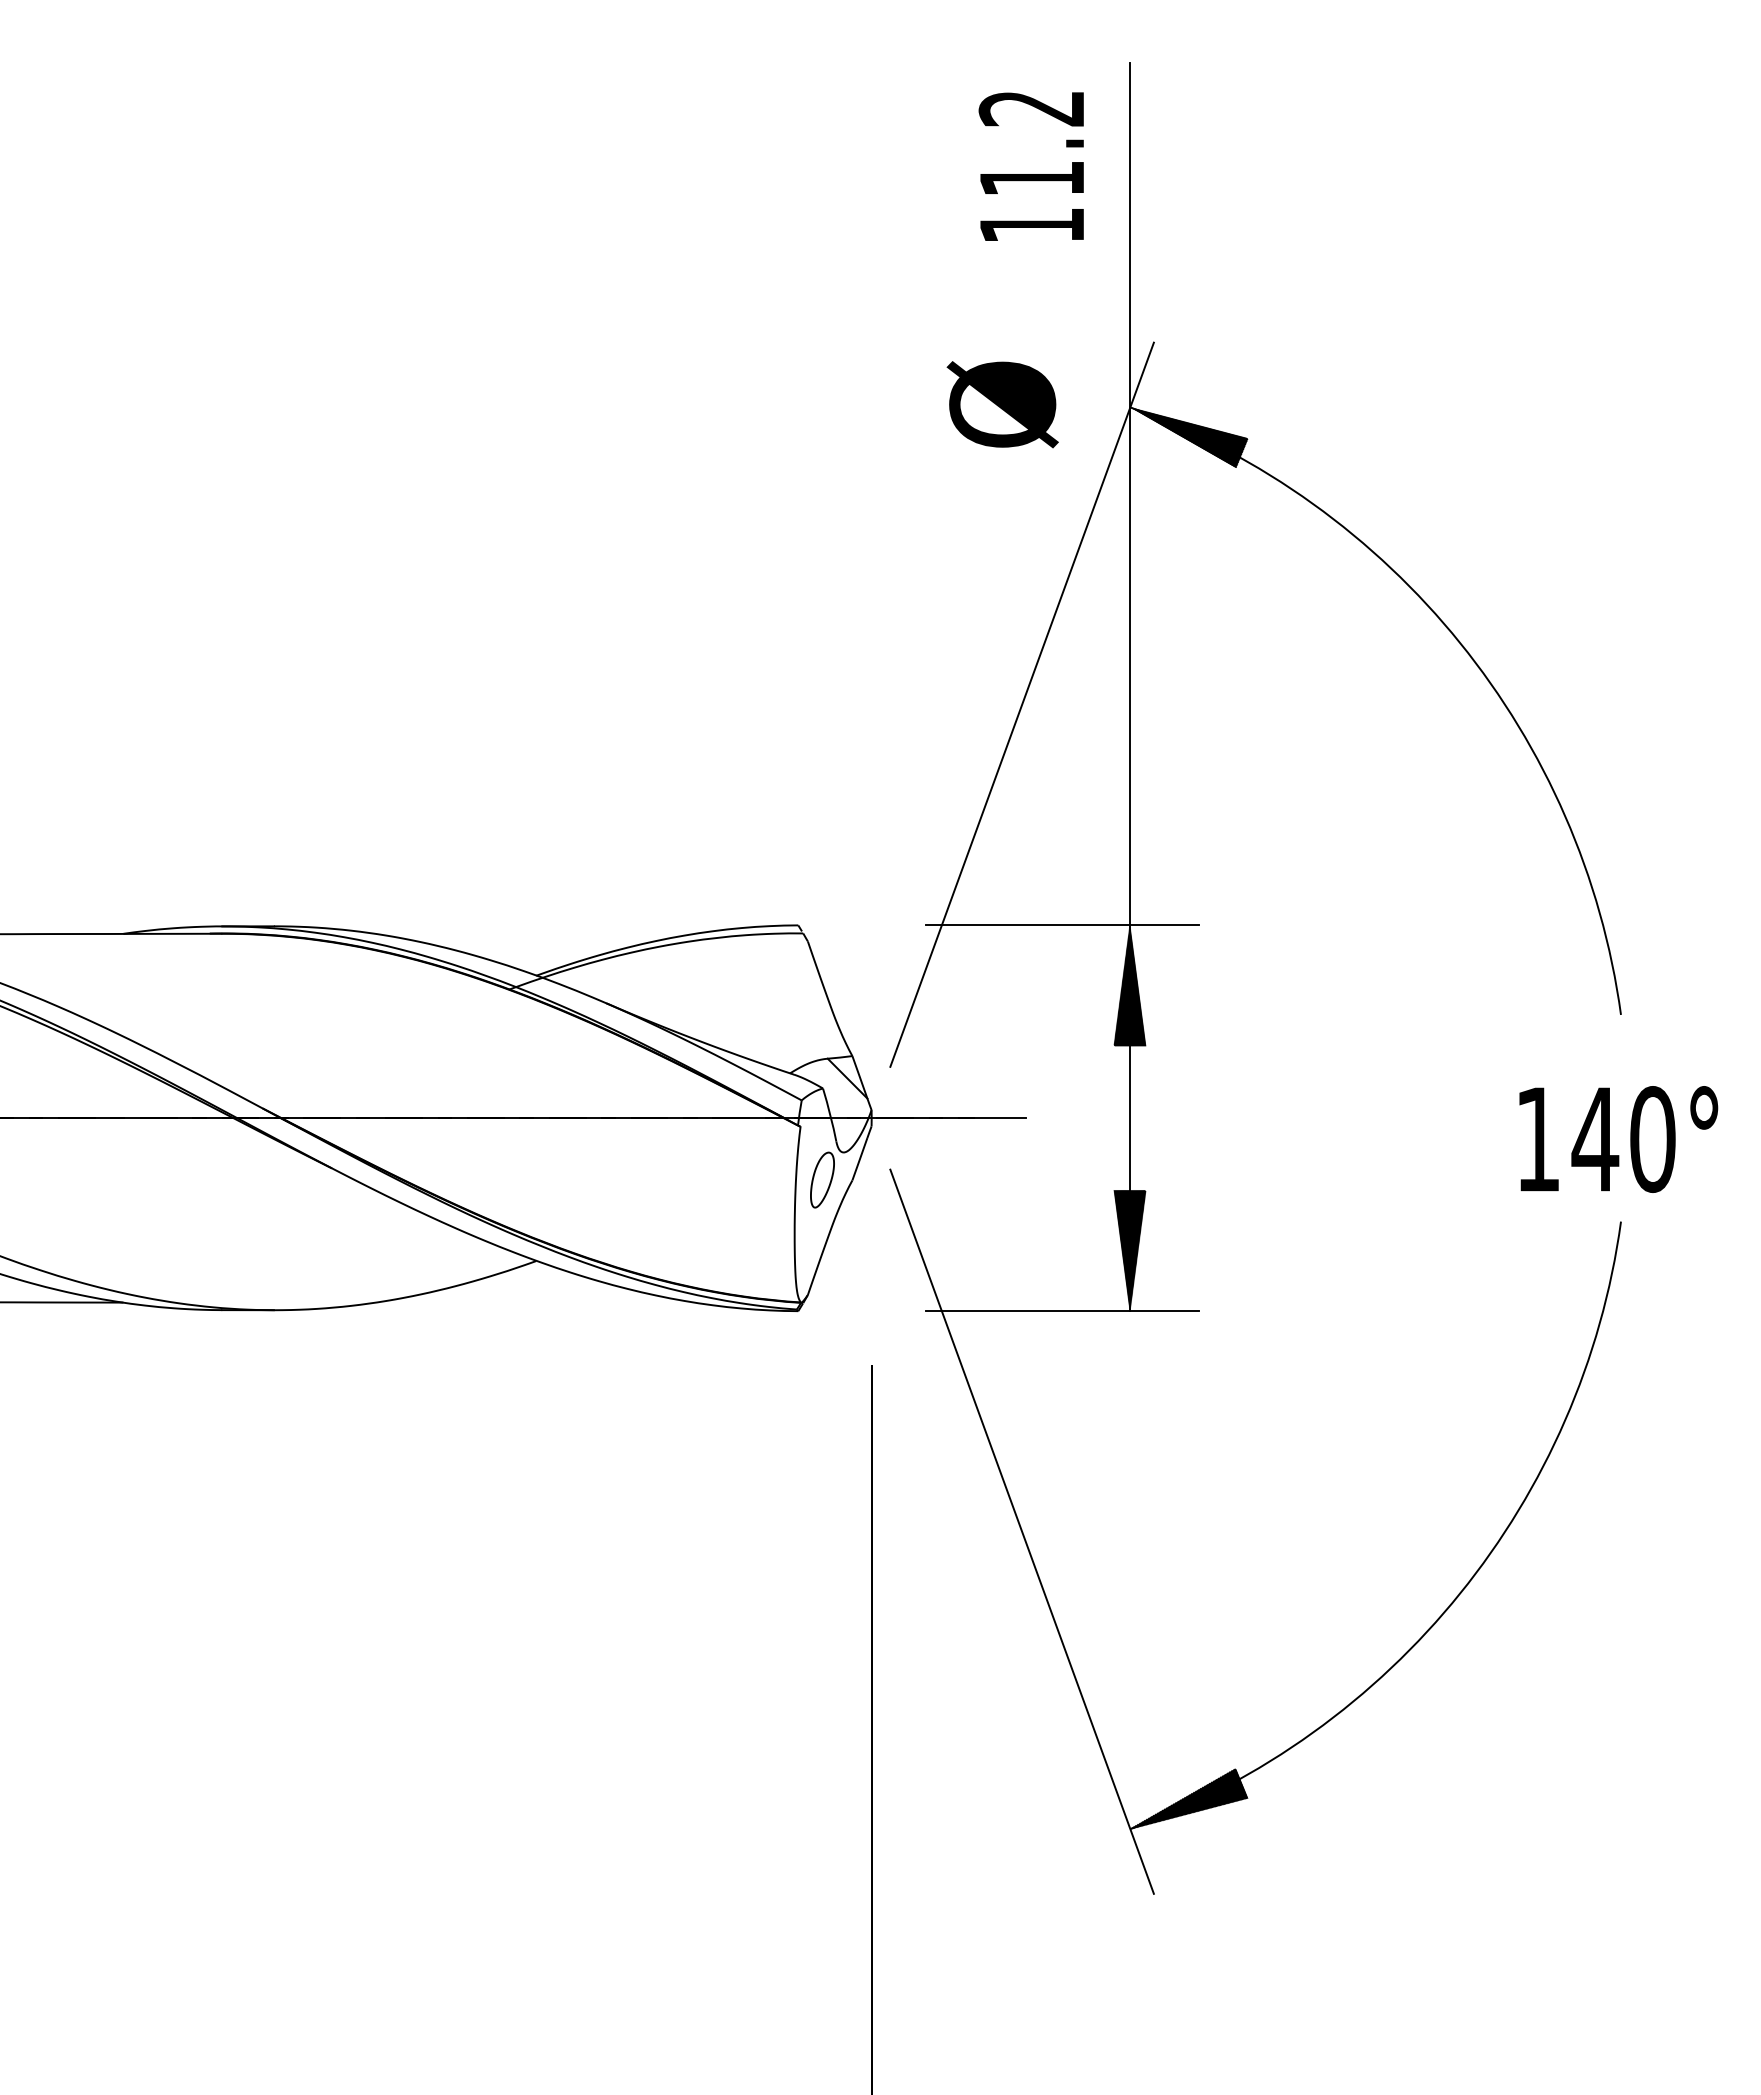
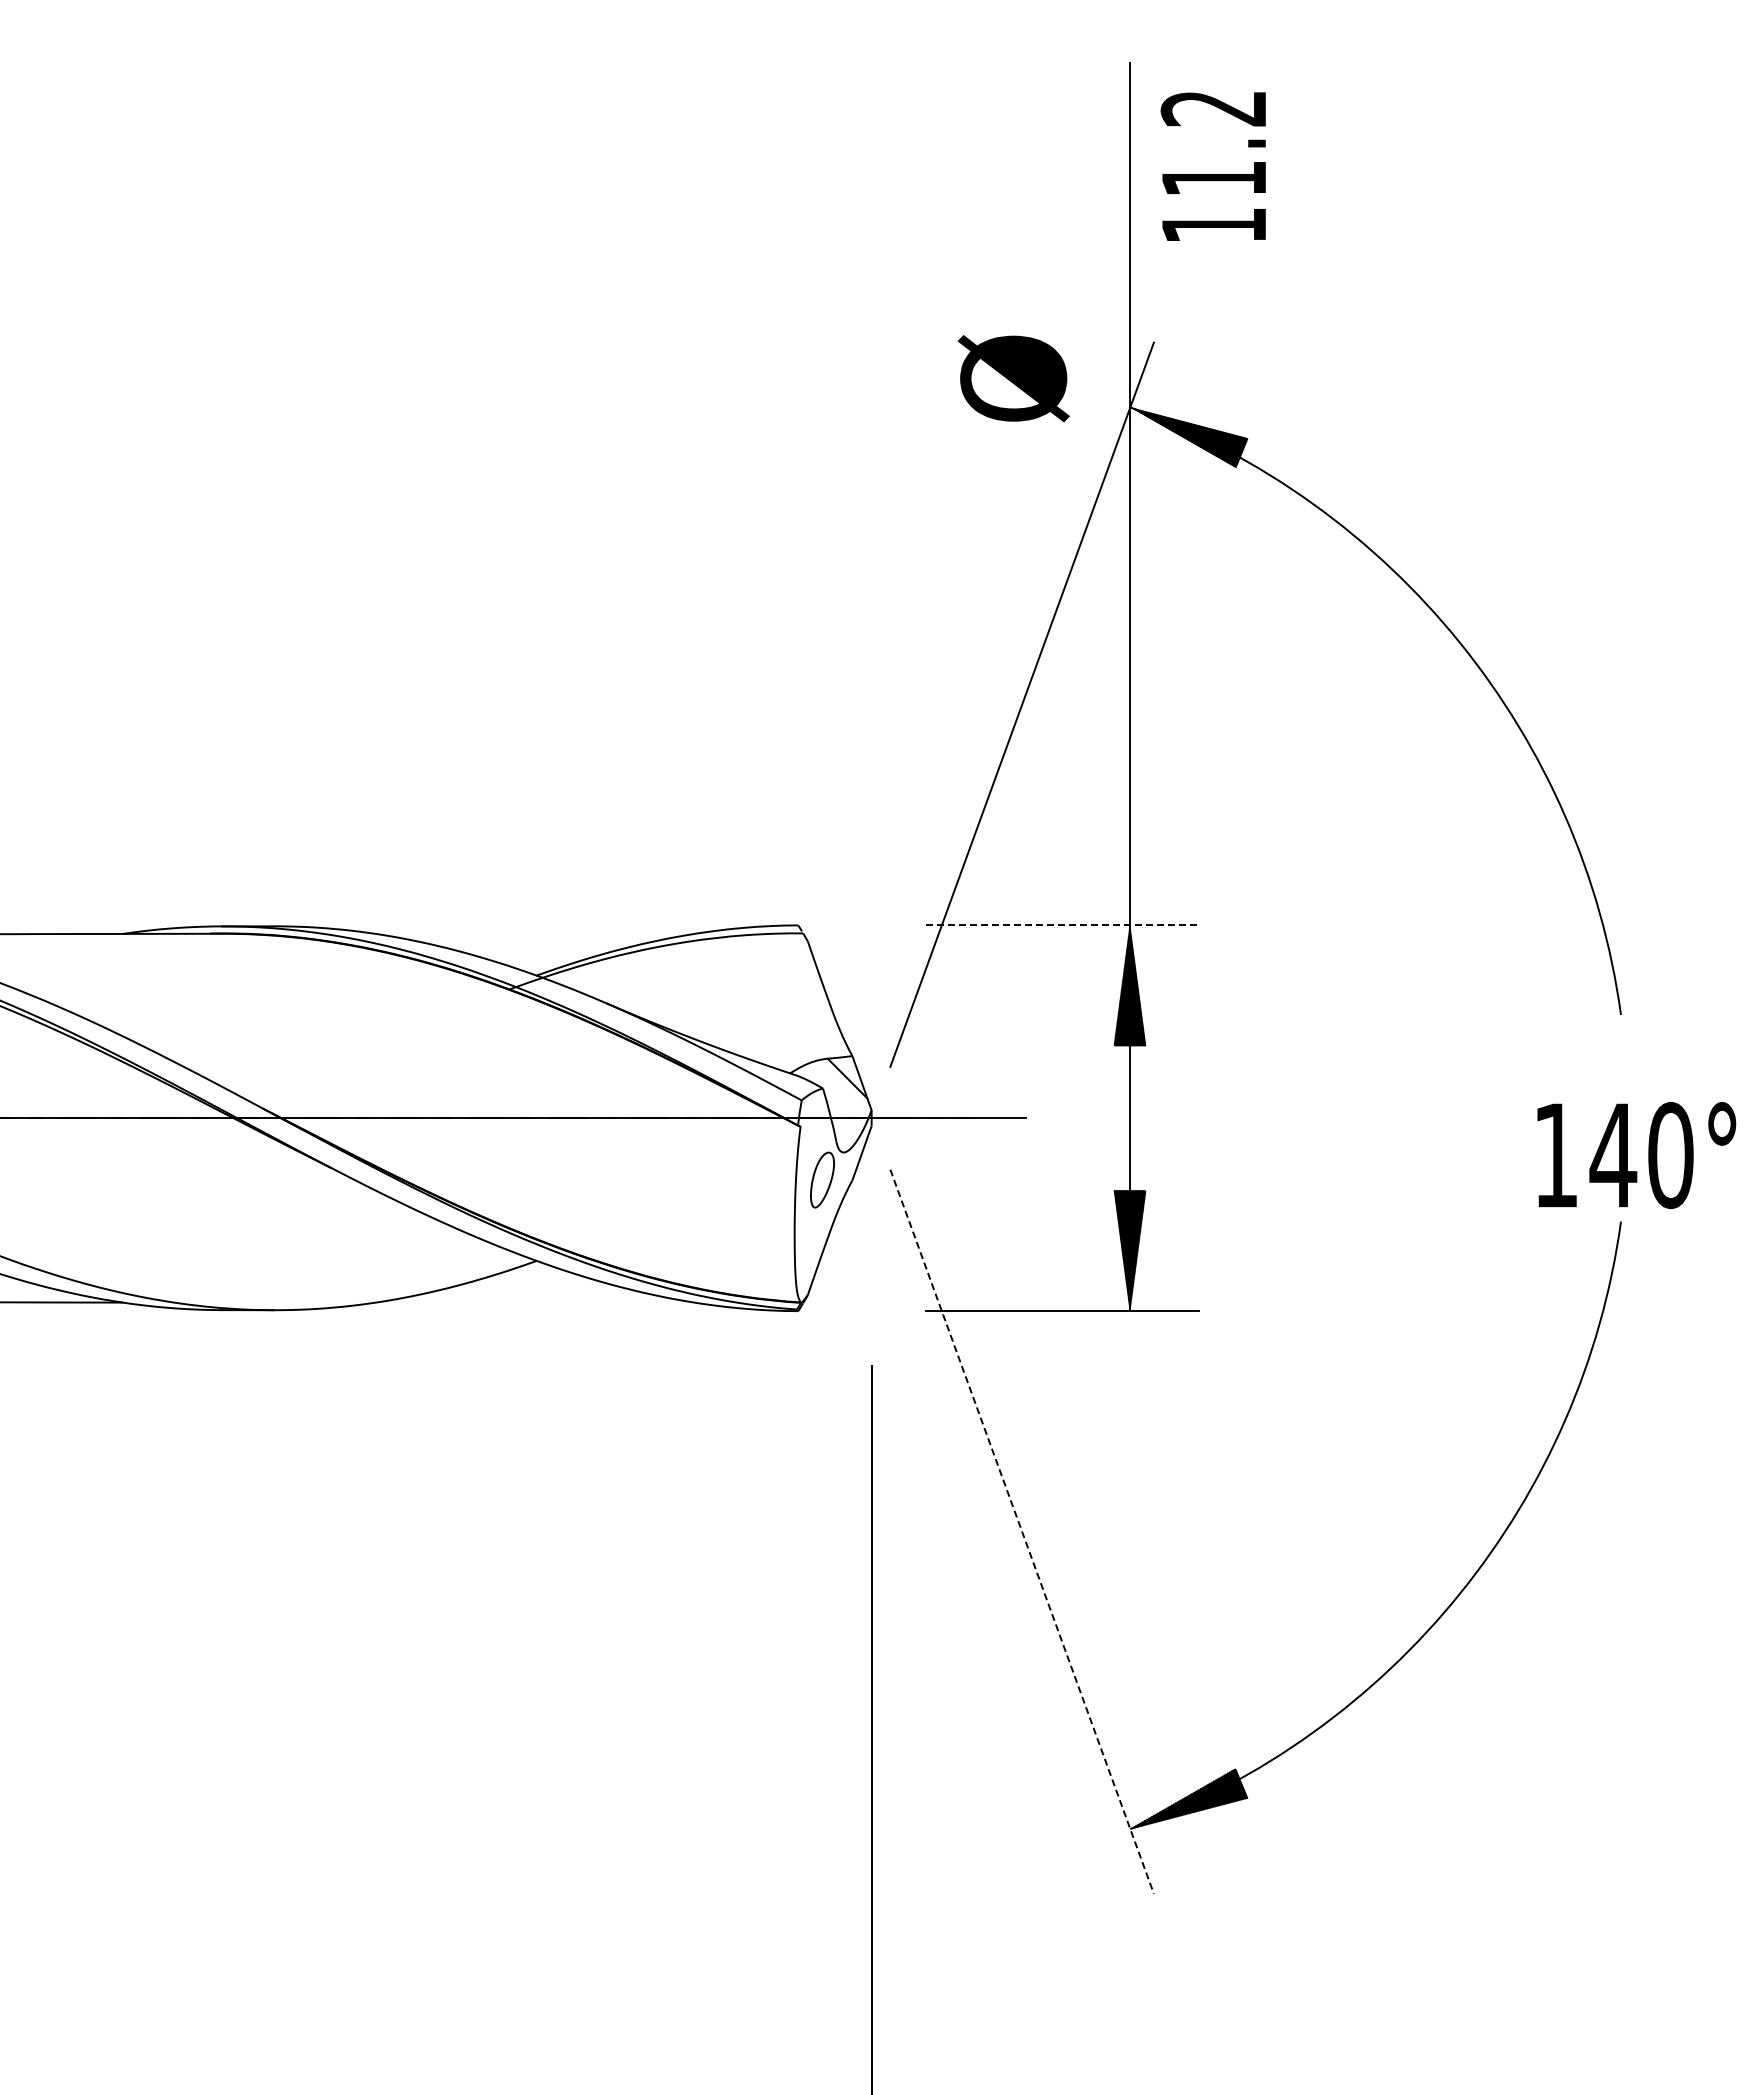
text at (1030, 166) position: (1030, 166) -> (1212, 166)
text at (1002, 404) position: (1002, 404) -> (1013, 378)
line at (1063, 925): solid -> dashed
text at (1618, 1139) position: (1618, 1139) -> (1636, 1155)
line at (1022, 1532): solid -> dashed
